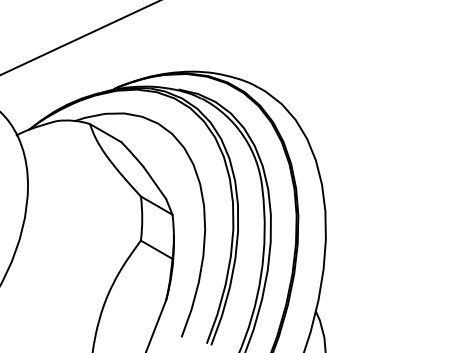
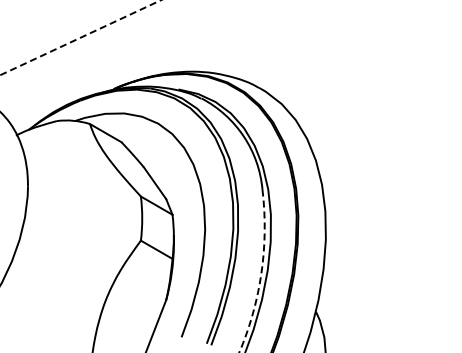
line at (80, 37): solid -> dashed
arc at (261, 272): solid -> dashed
